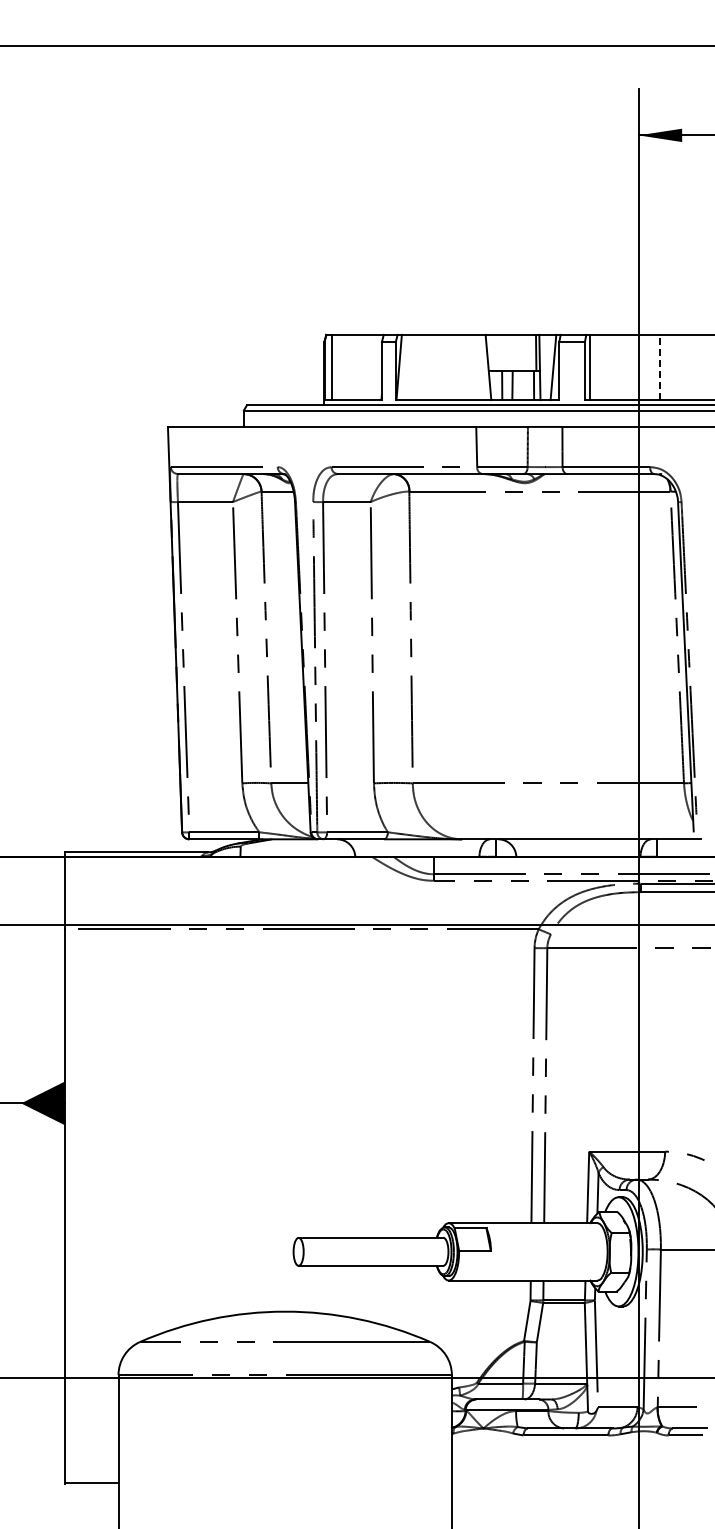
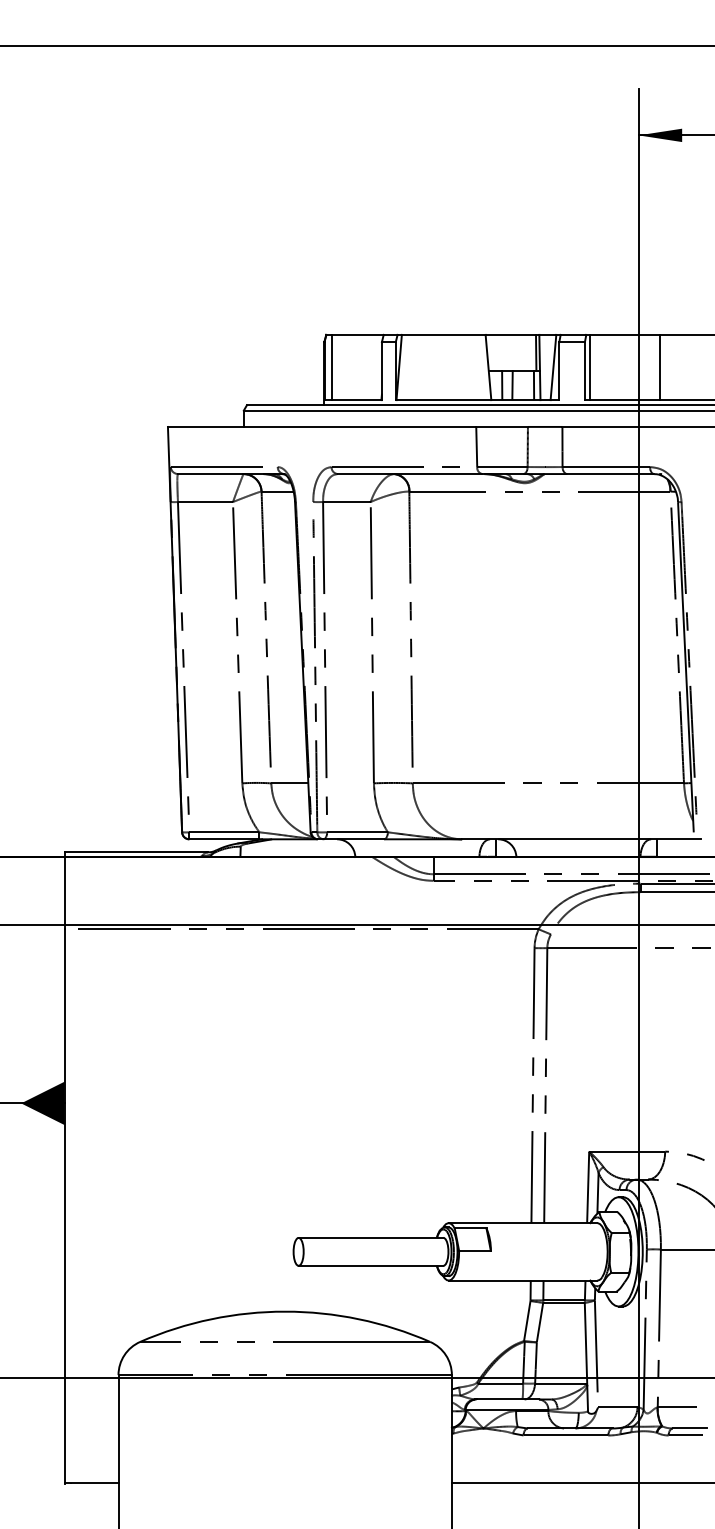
line at (660, 367): dashed -> solid
line at (581, 1482): none -> present
